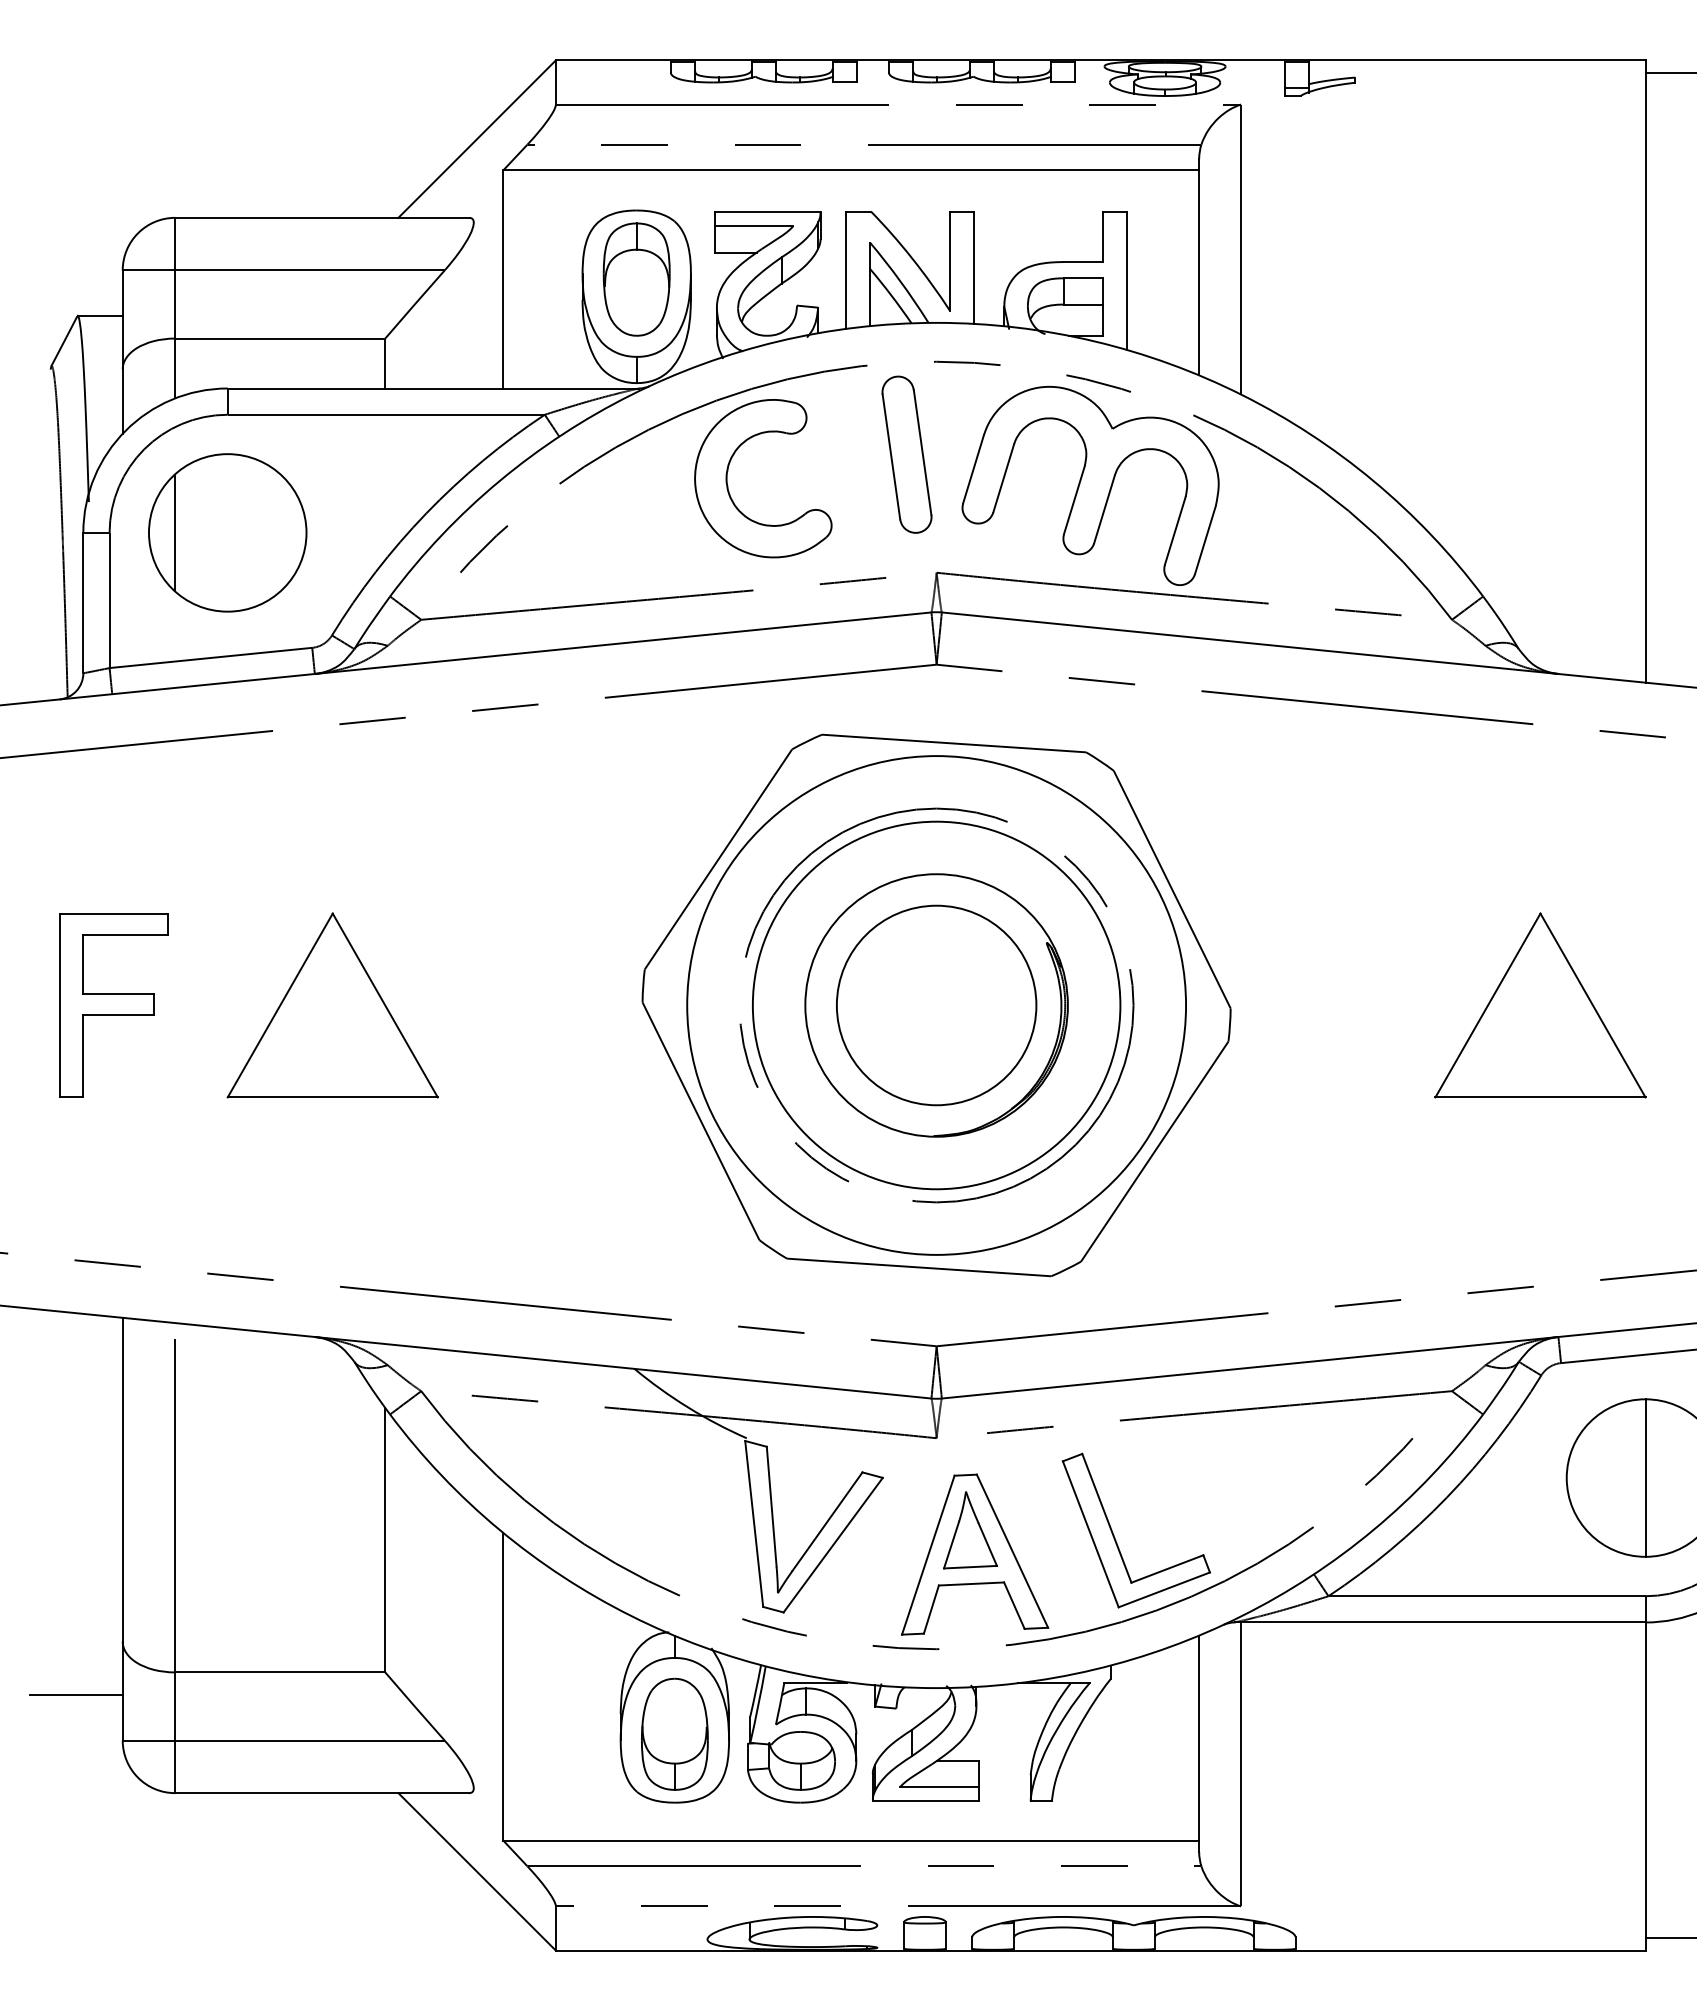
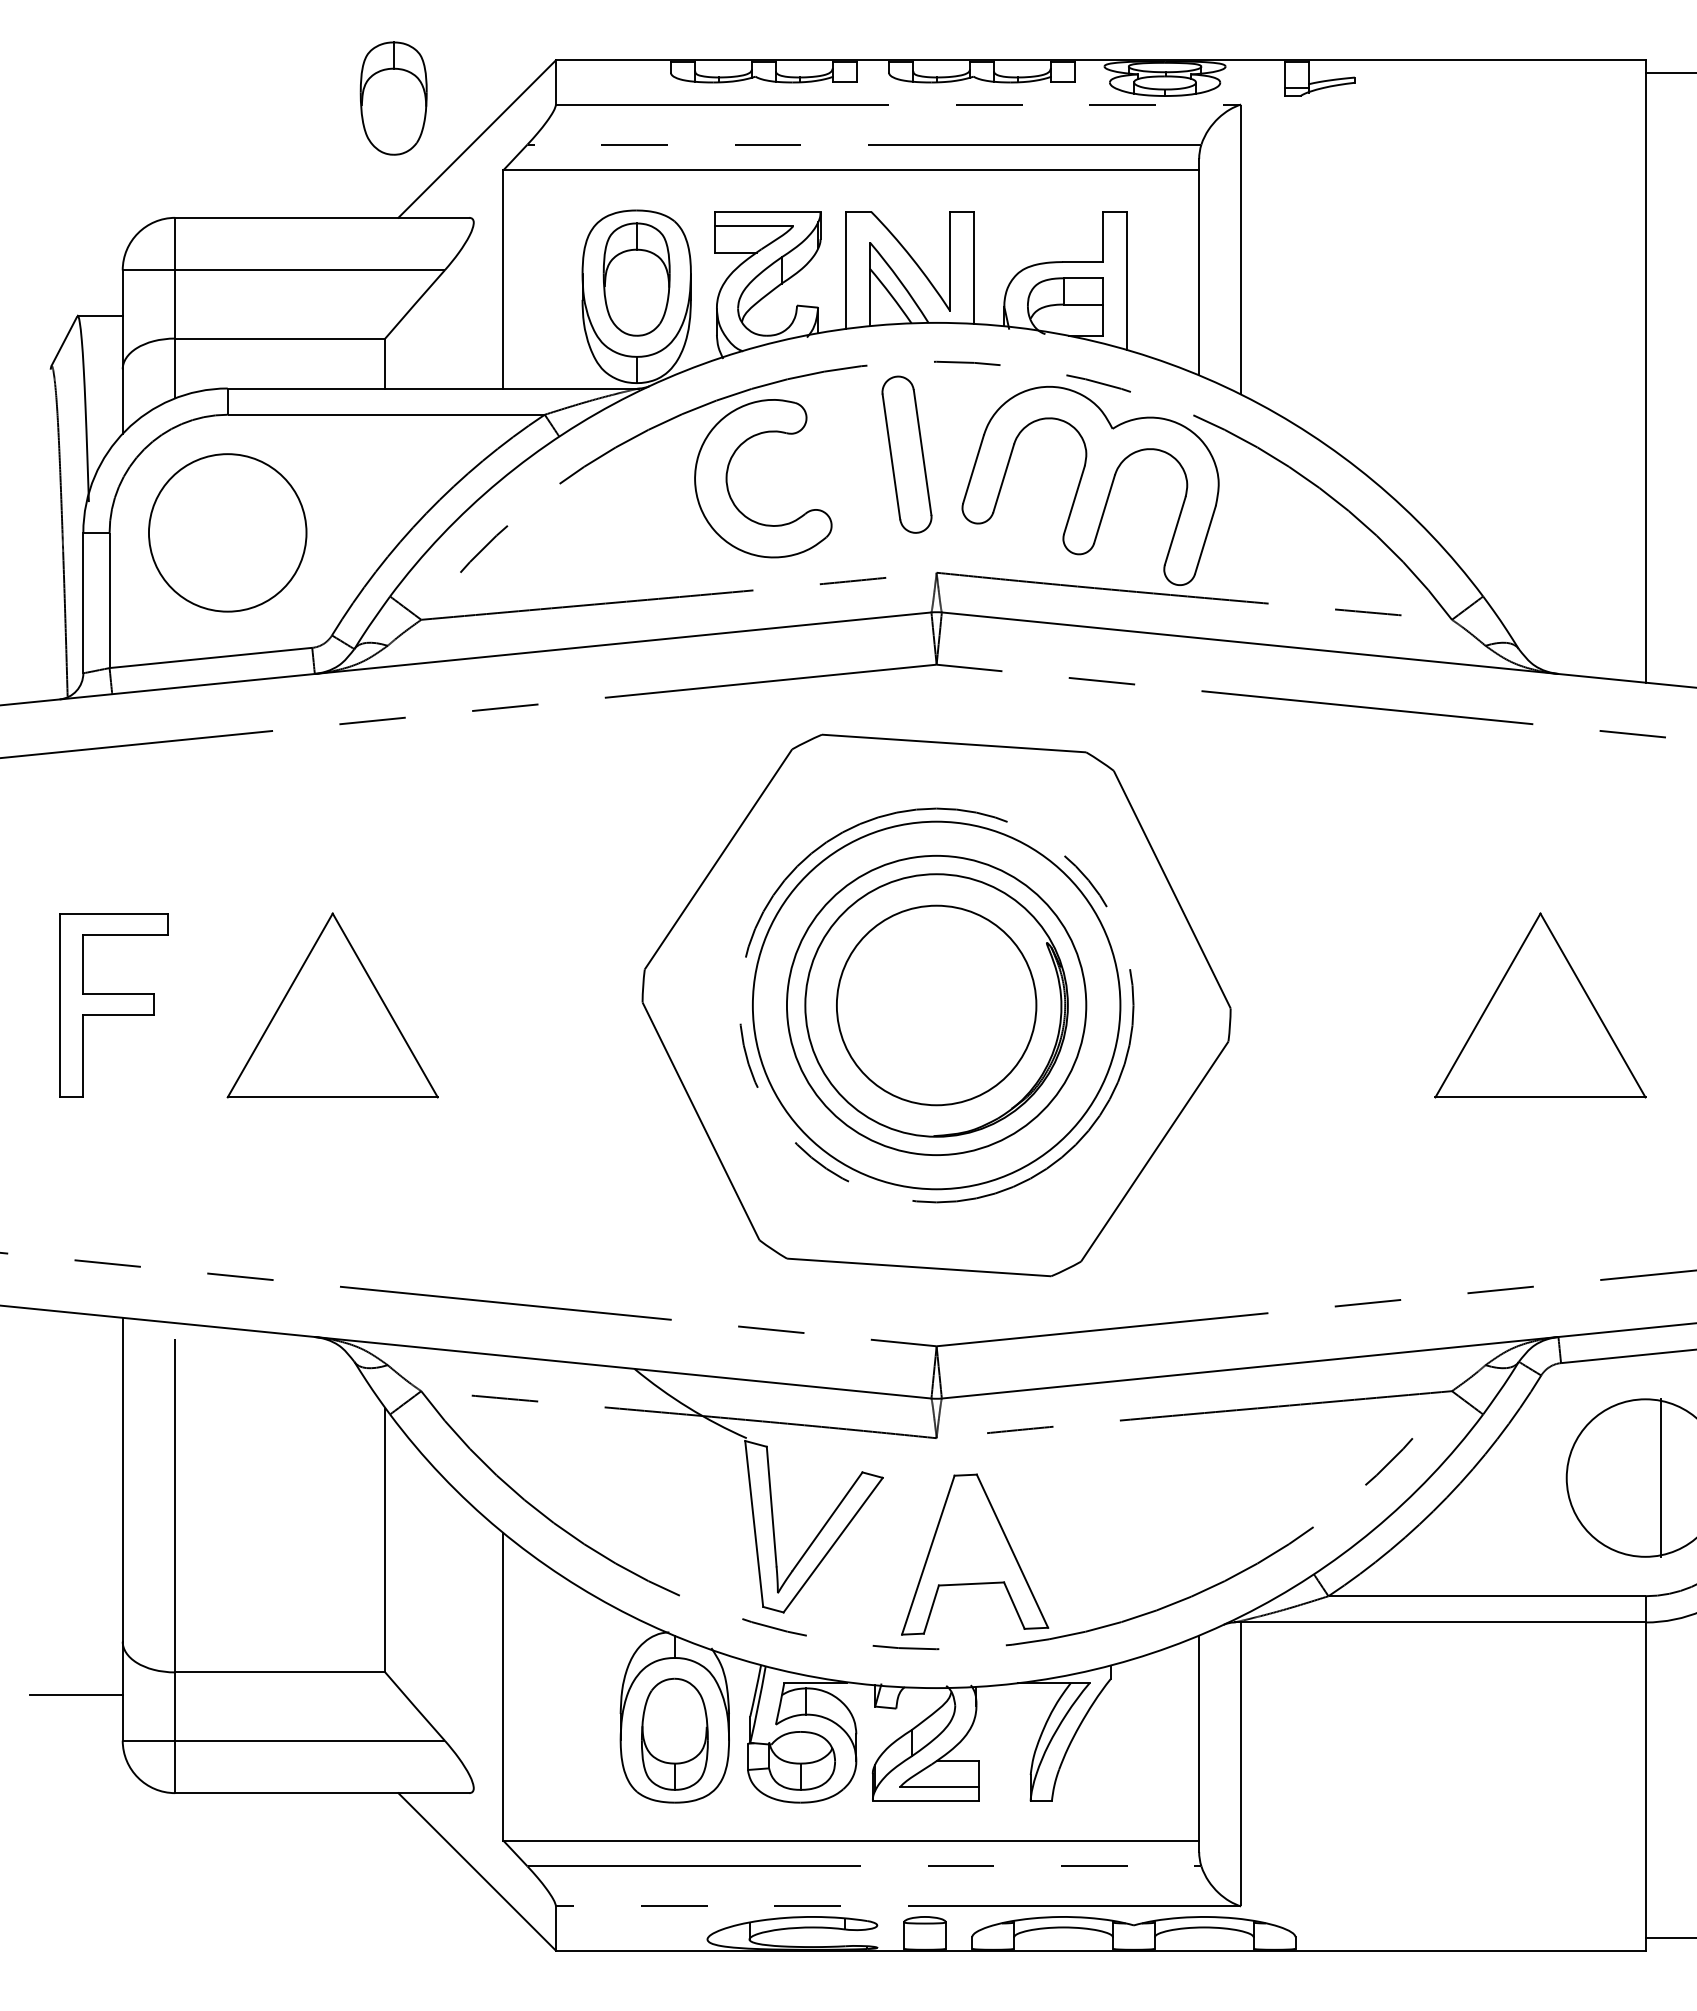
part at (393, 98): none -> present
line at (175, 532): present -> none
circle at (936, 1005) diameter: 499 px -> 299 px
line at (1645, 1477) position: (1645, 1477) -> (1660, 1477)
part at (970, 1530): present -> none
part at (1115, 1537): present -> none
